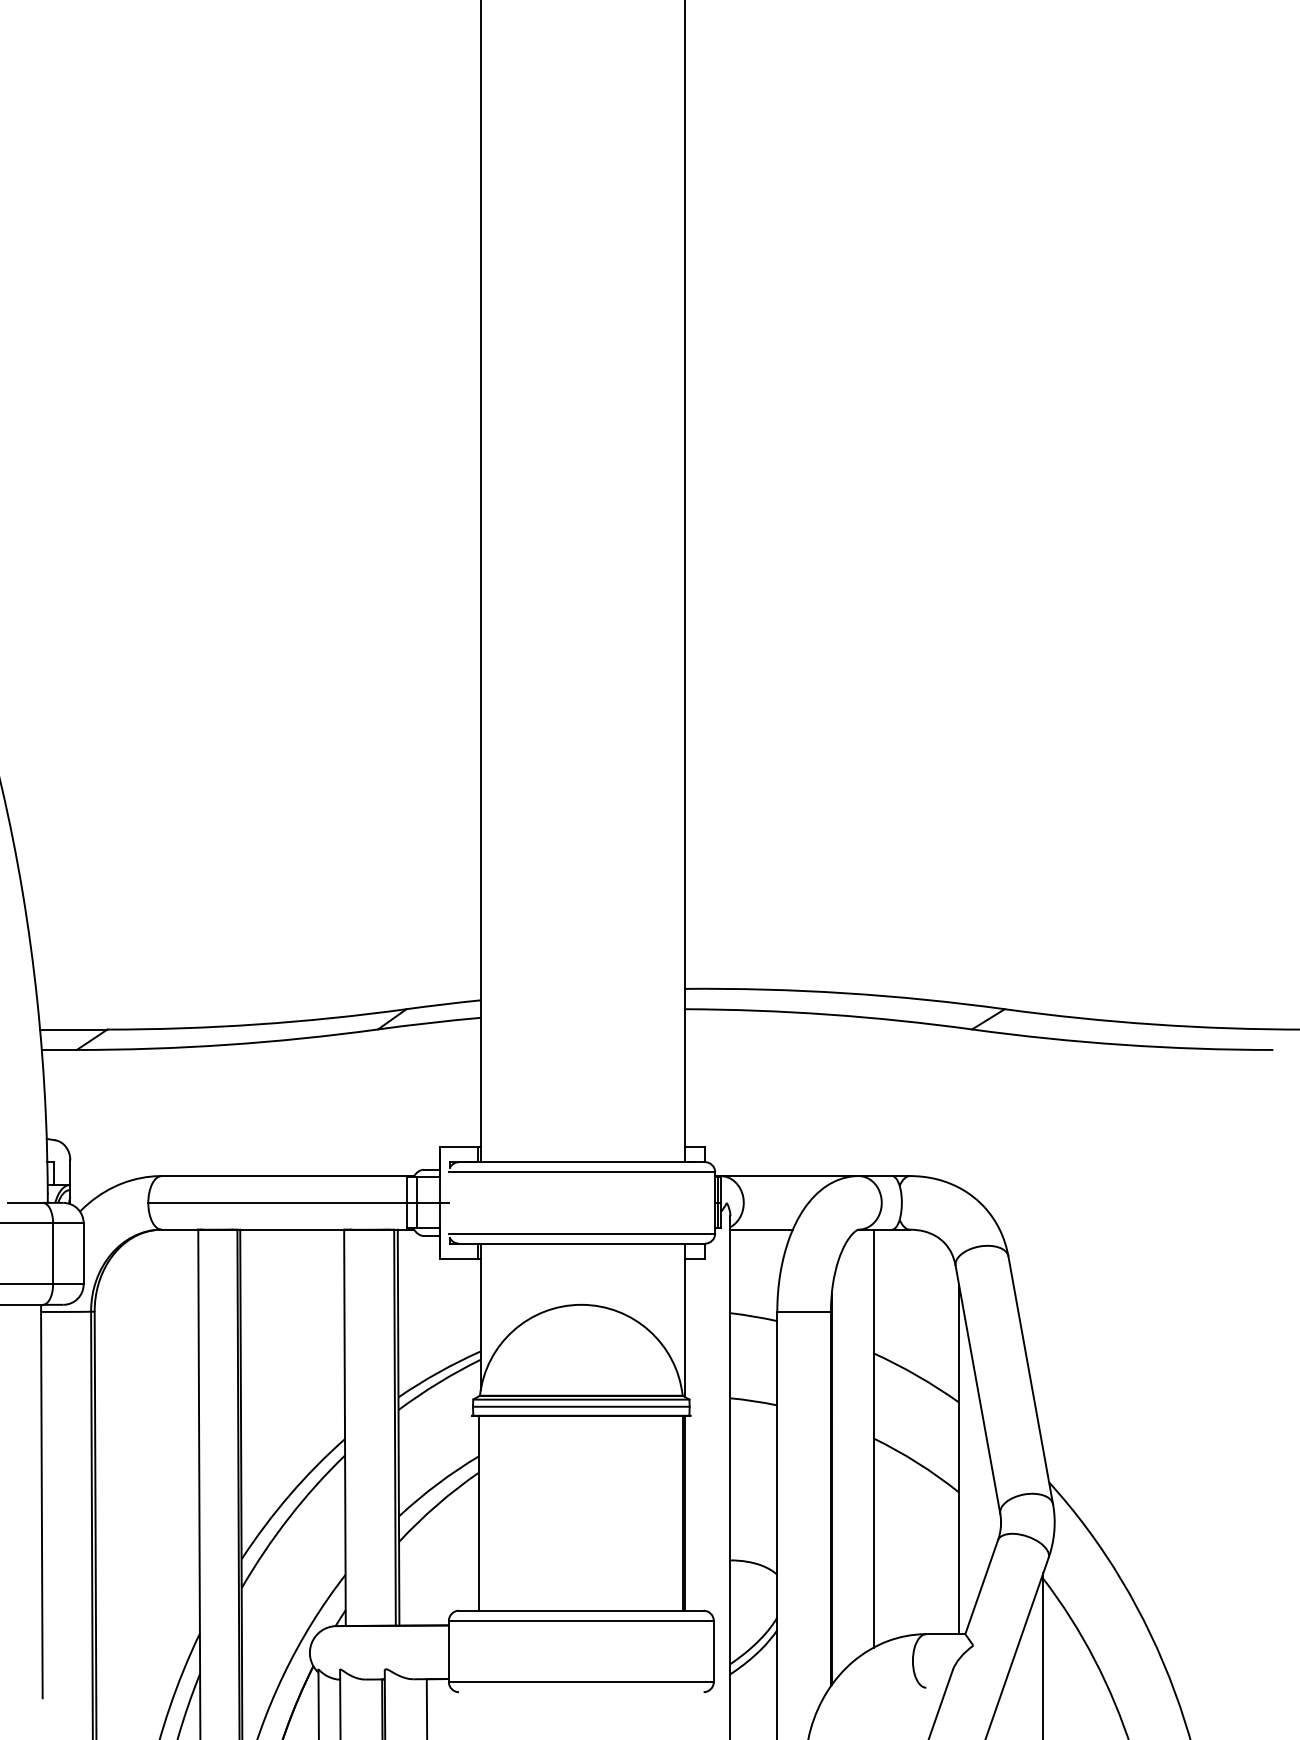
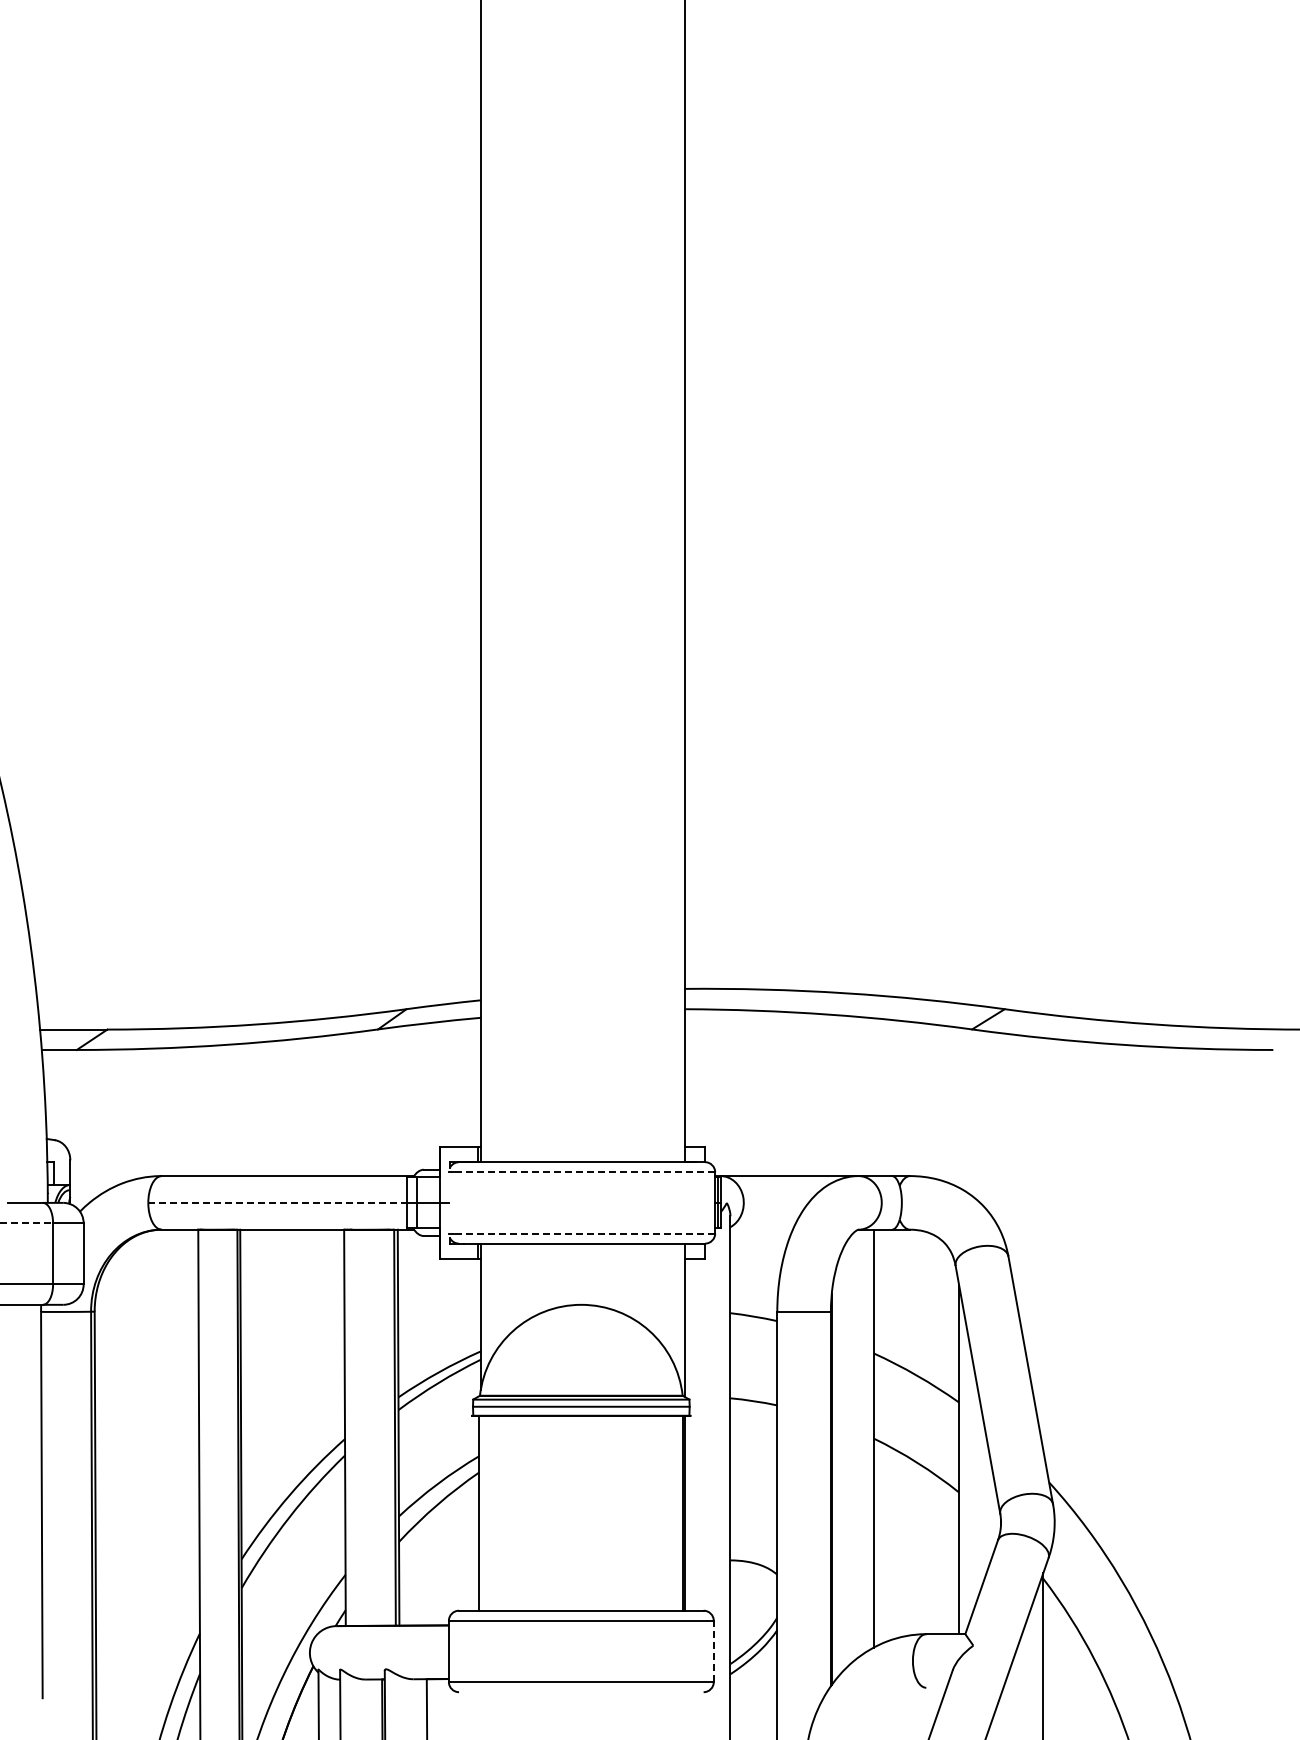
line at (584, 1172): solid -> dashed
line at (277, 1203): solid -> dashed
line at (27, 1223): solid -> dashed
line at (761, 1229): present -> none
line at (584, 1233): solid -> dashed
line at (713, 1651): solid -> dashed
